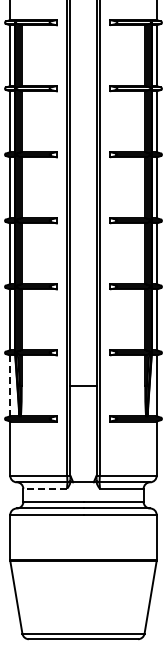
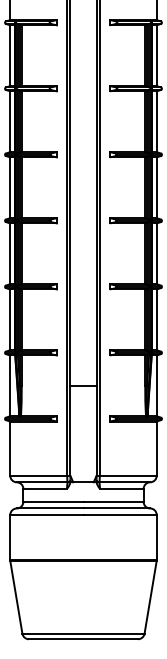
line at (10, 386): dashed -> solid
line at (45, 488): dashed -> solid
